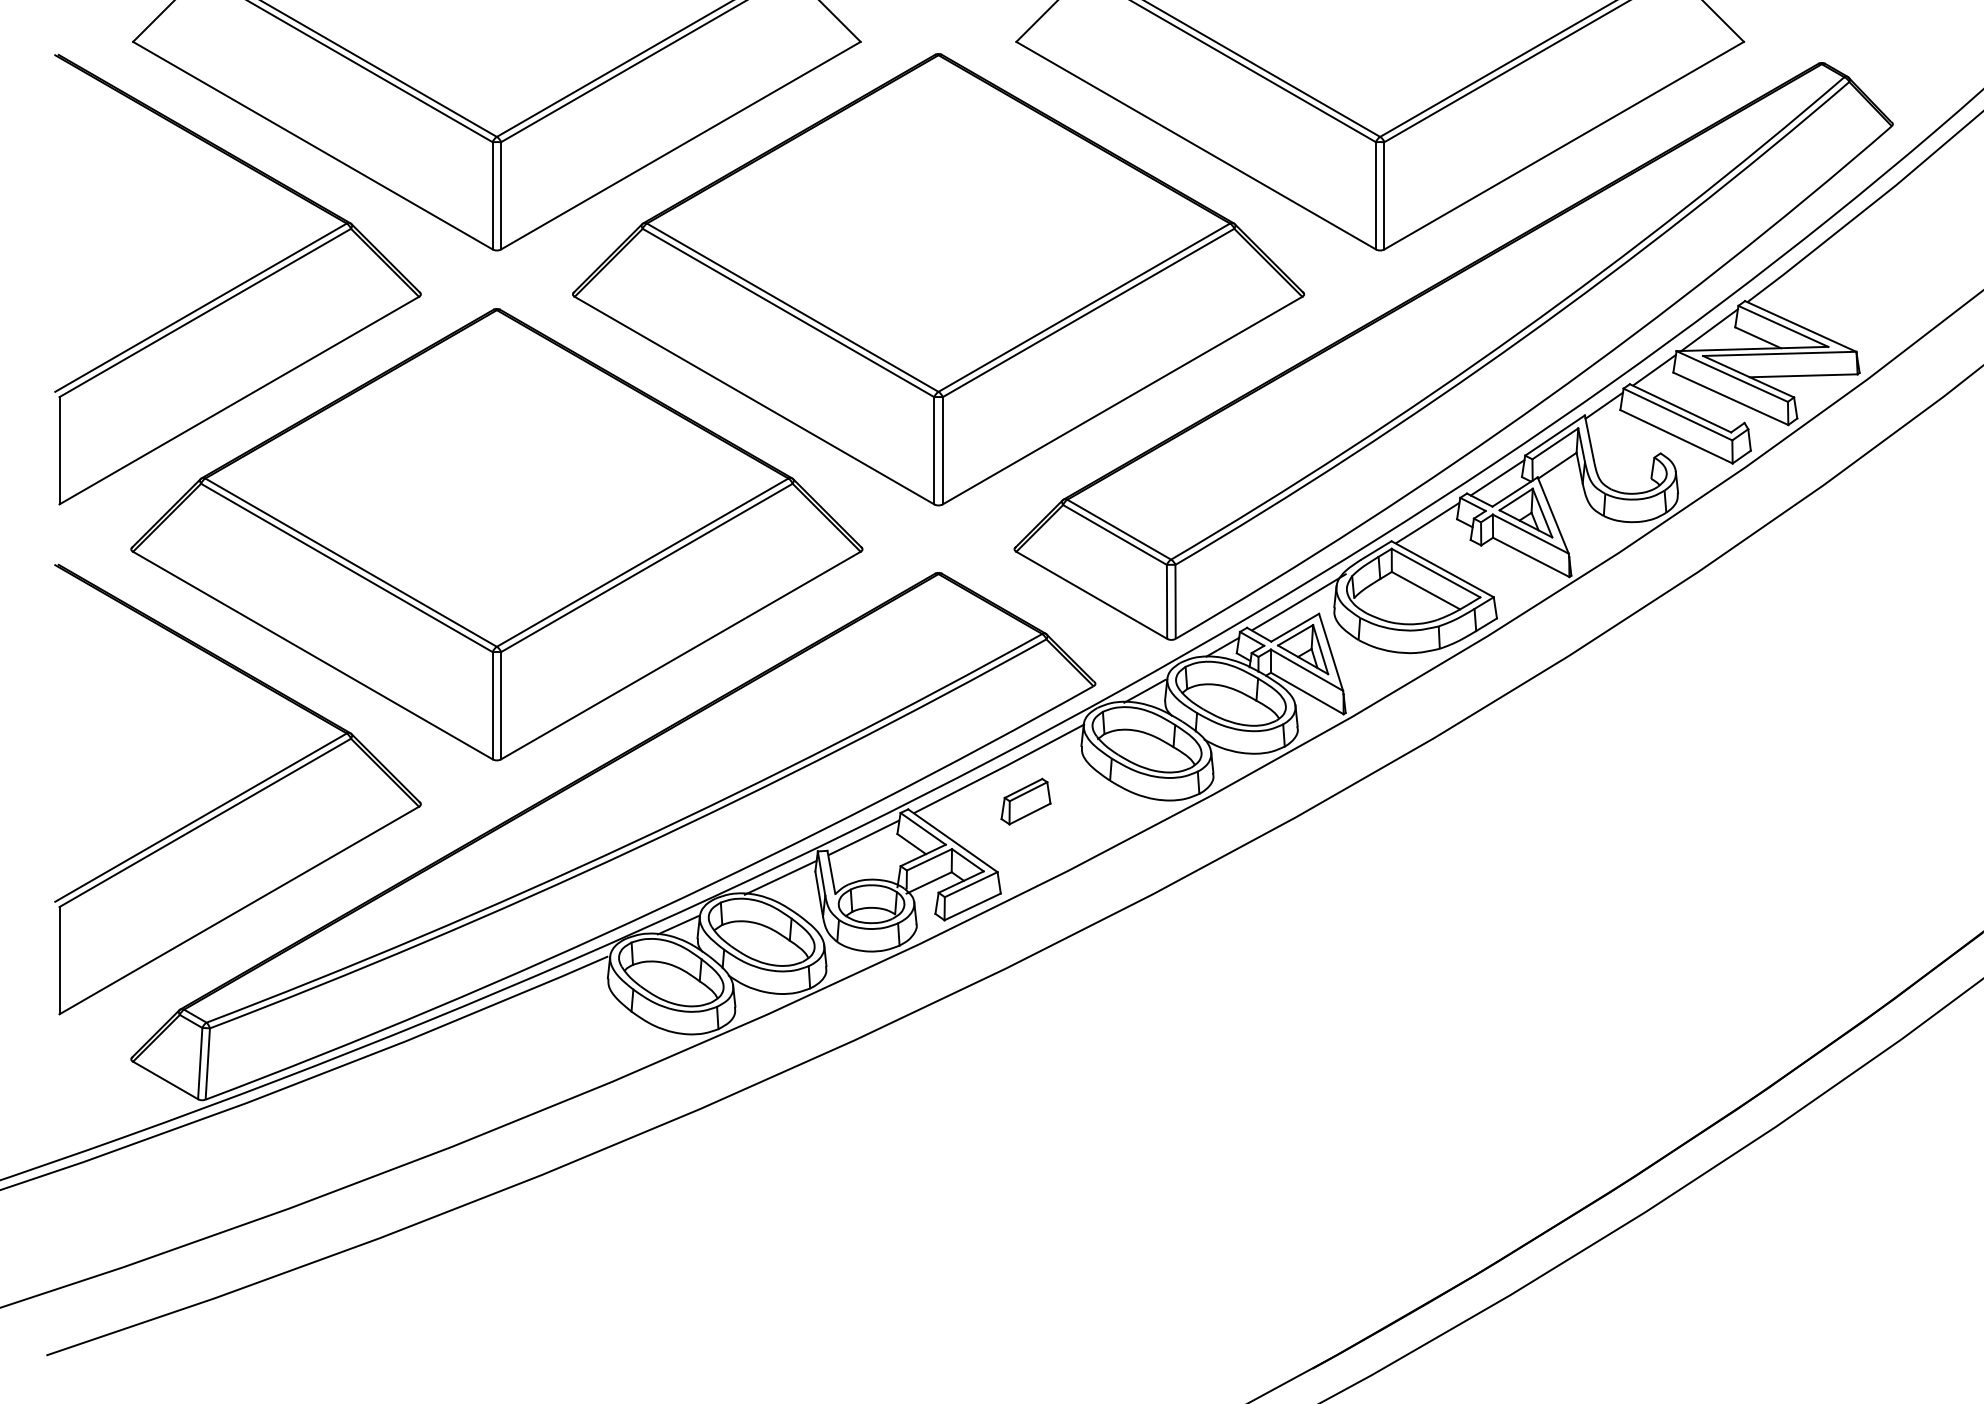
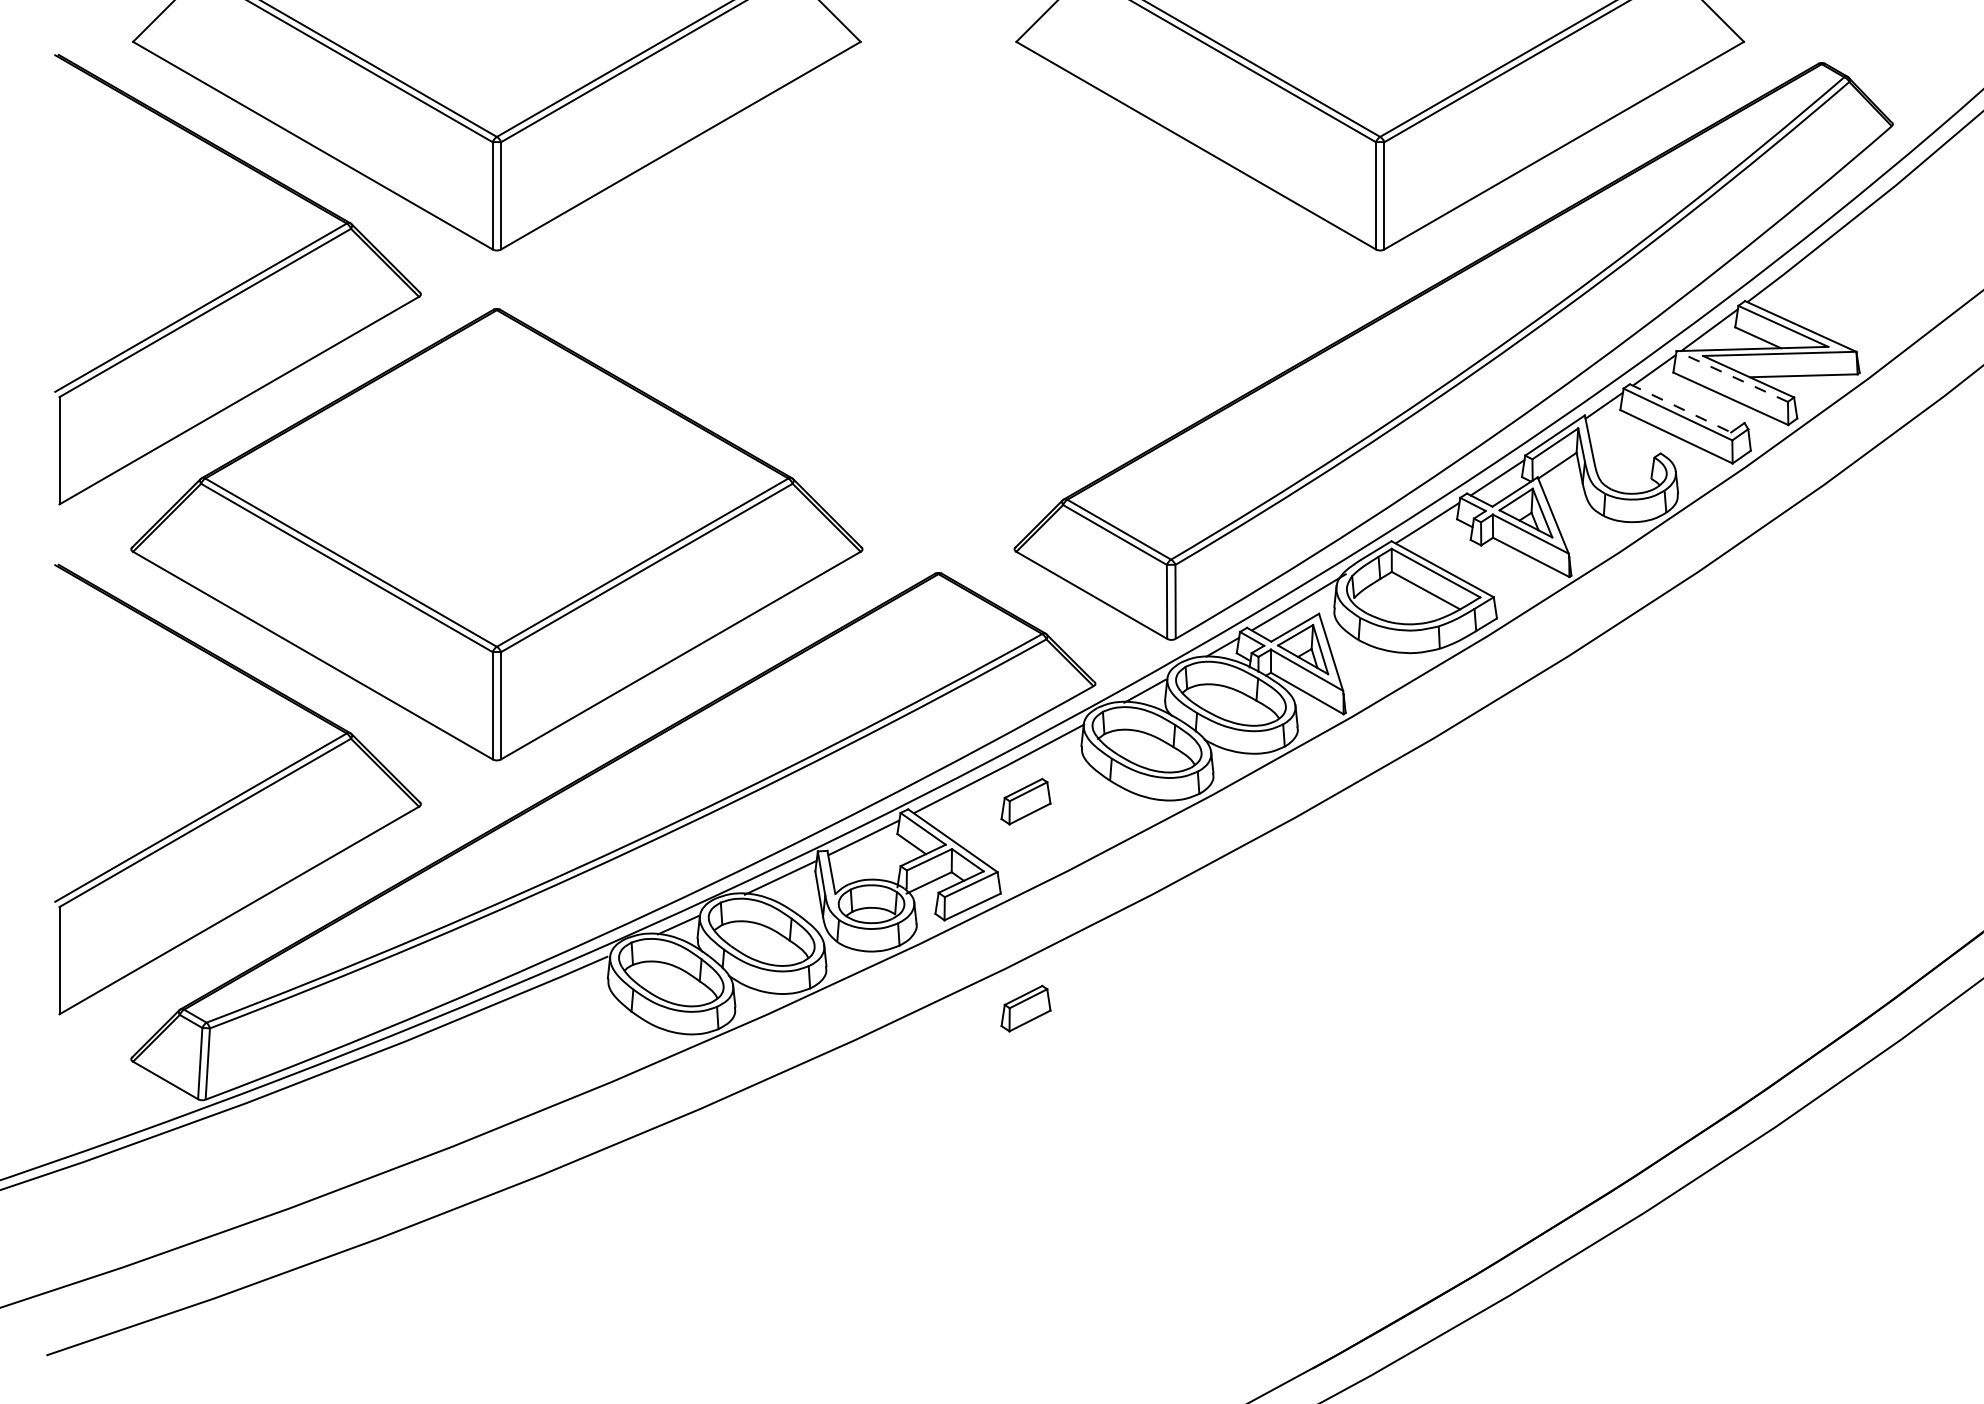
part at (938, 279): present -> none
line at (1731, 376): solid -> dashed
line at (1680, 408): solid -> dashed
part at (1025, 1008): none -> present
